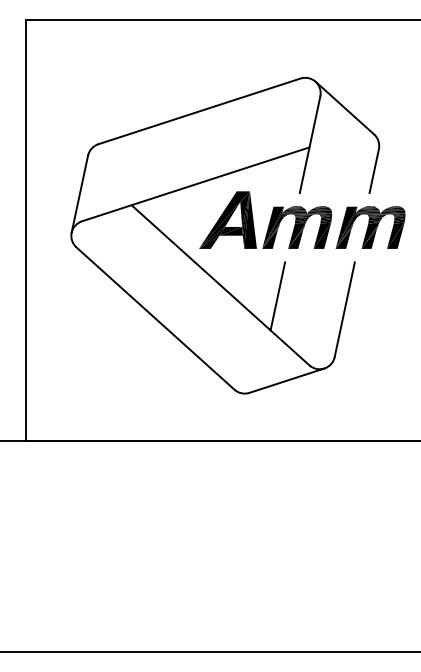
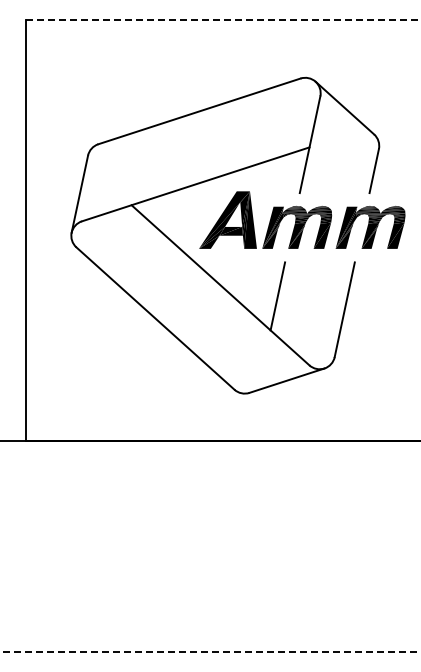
line at (223, 20): solid -> dashed
line at (211, 651): solid -> dashed
